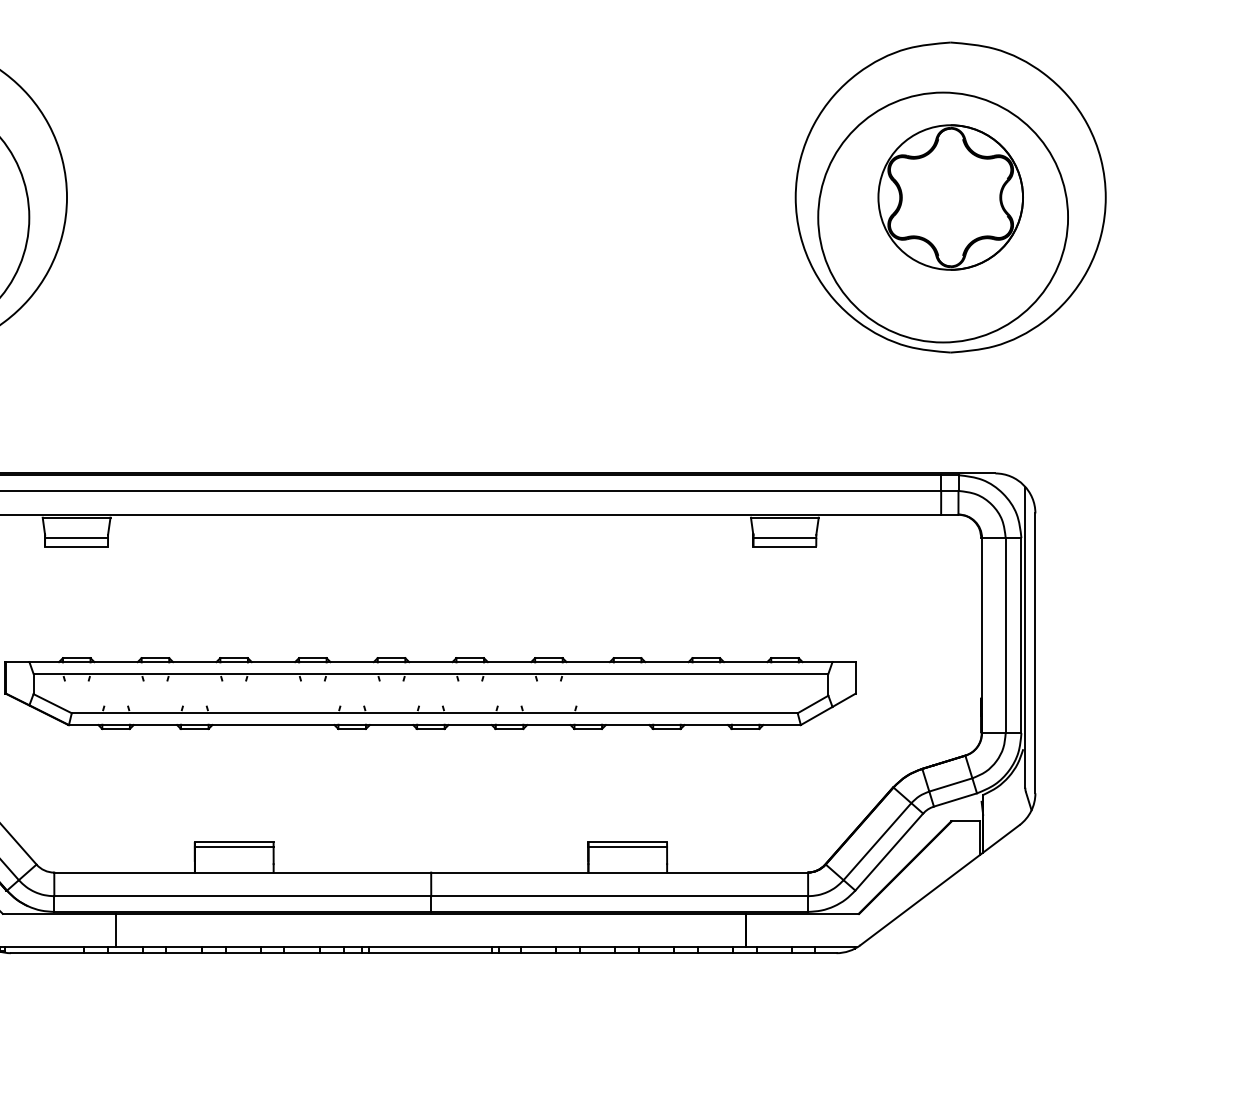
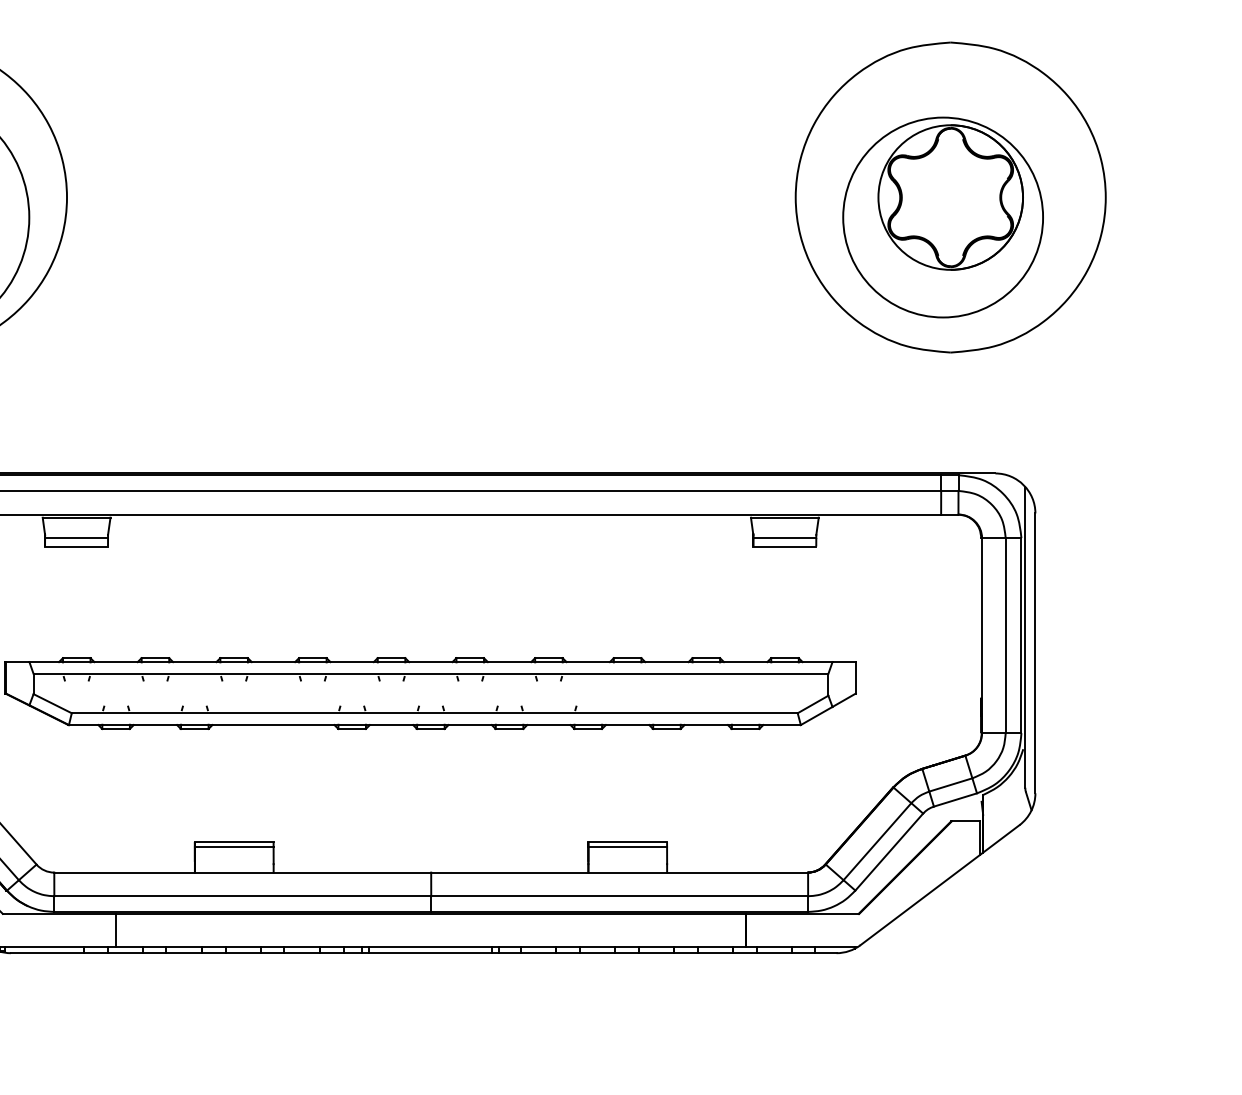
circle at (943, 217) diameter: 250 px -> 200 px
